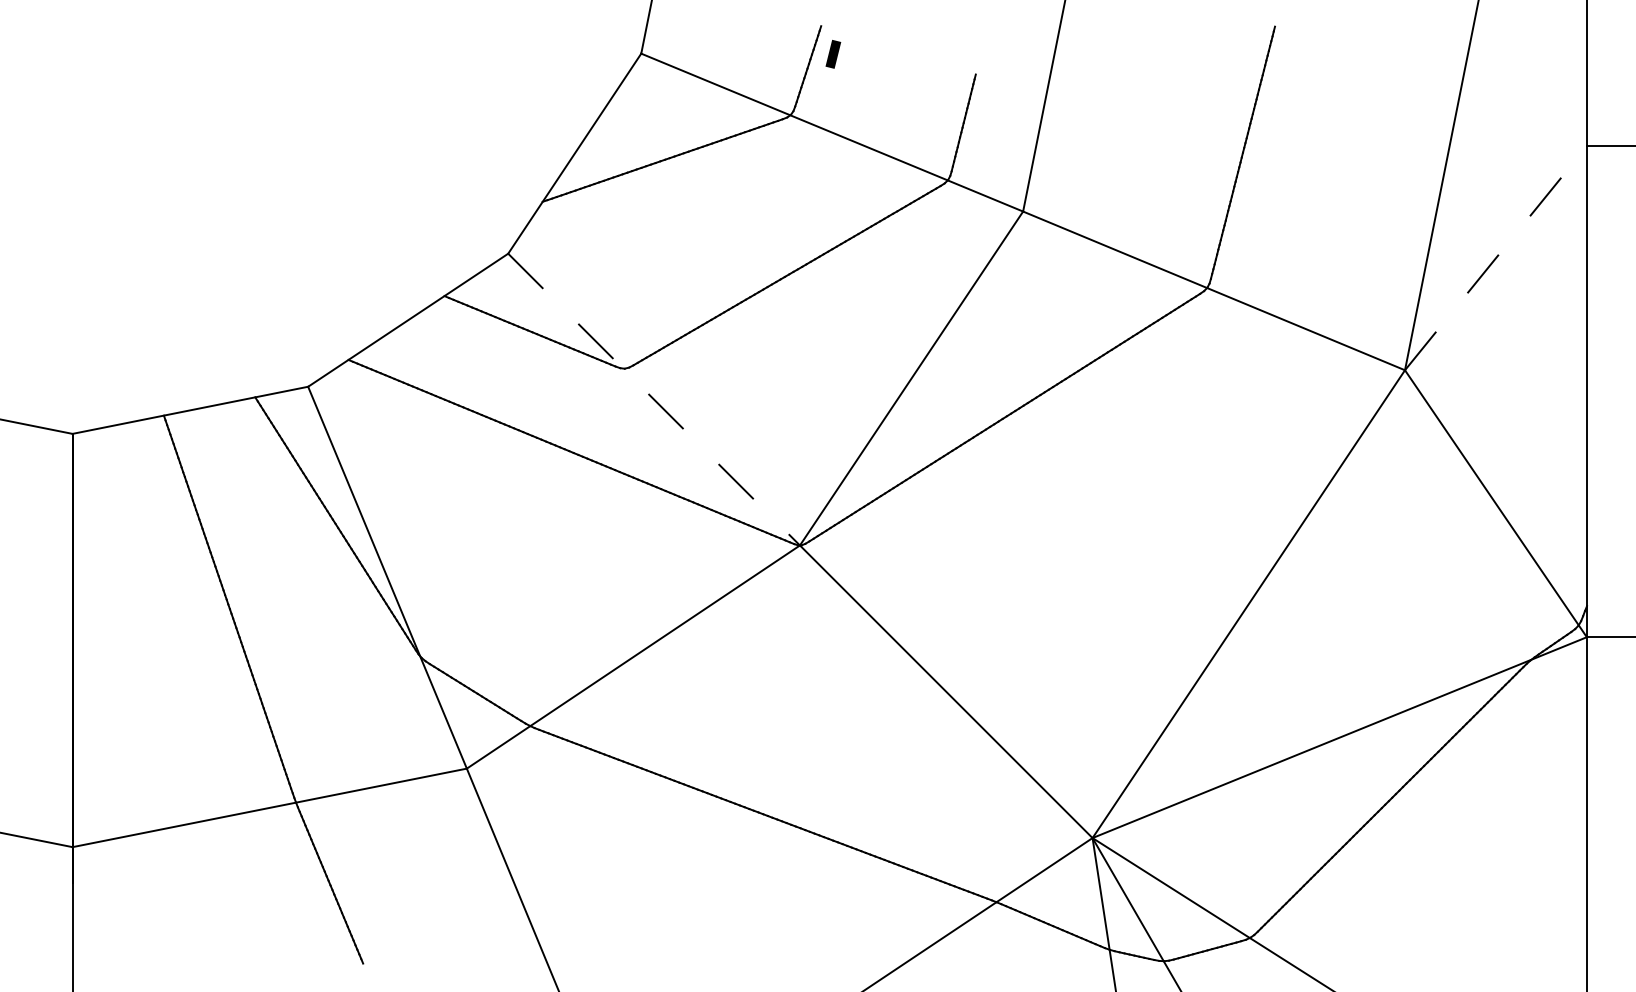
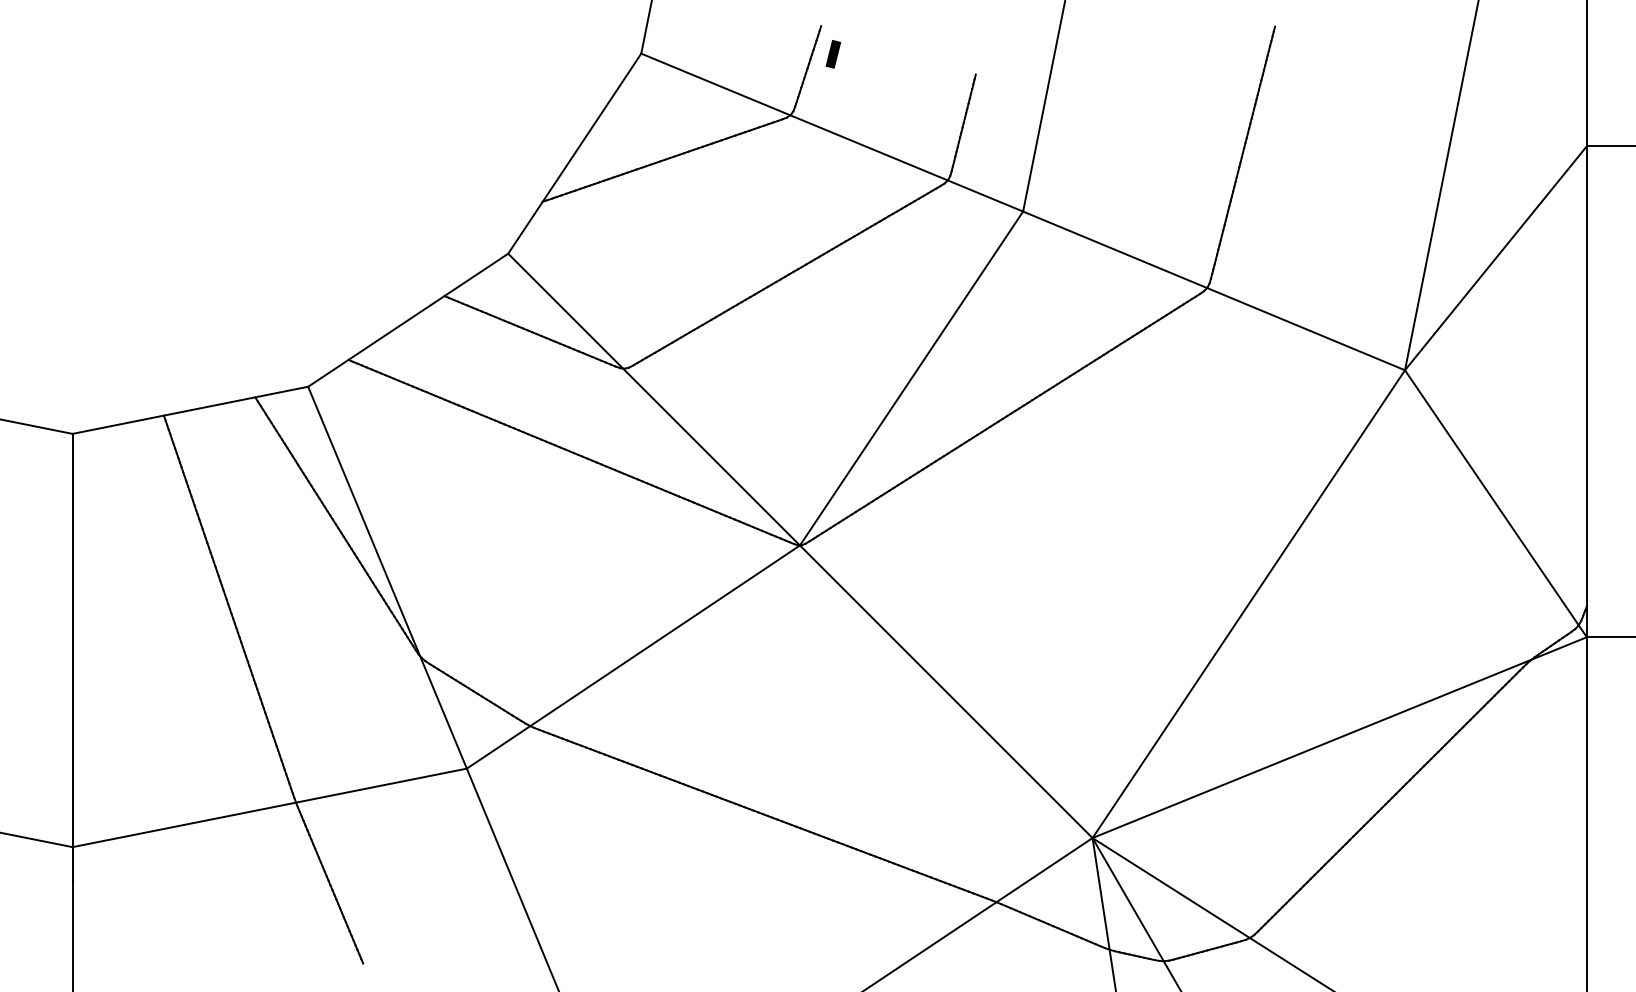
line at (1496, 257): dashed -> solid
line at (654, 399): dashed -> solid
